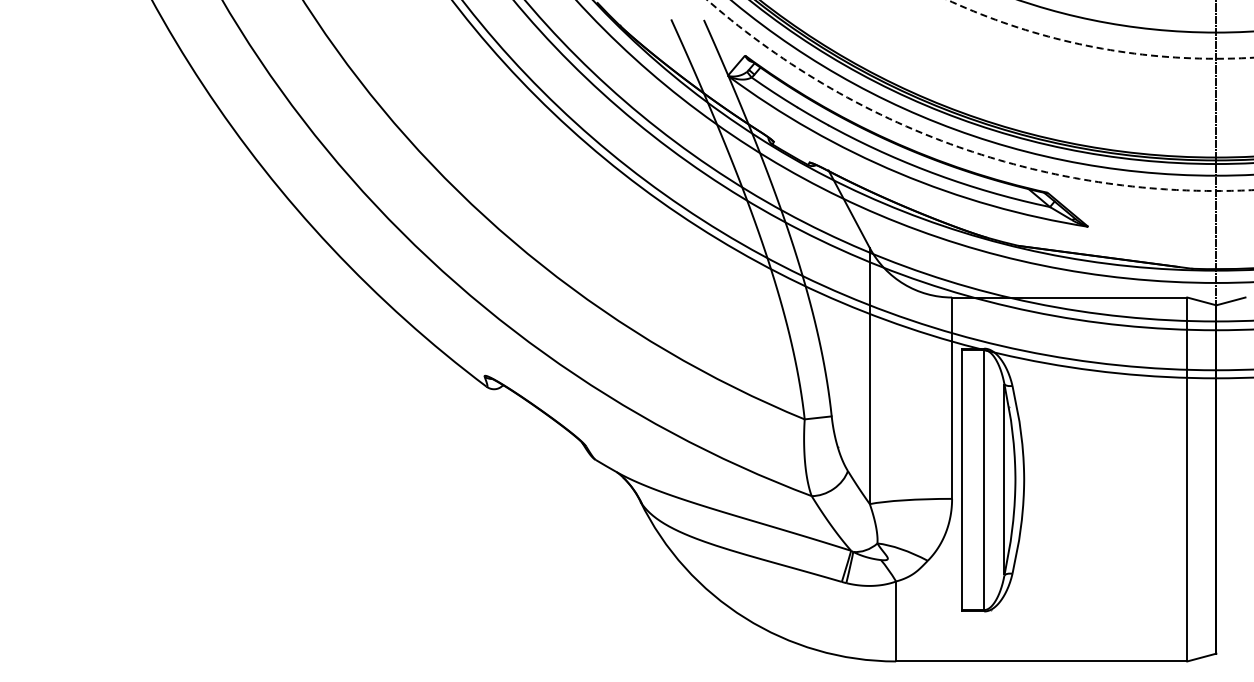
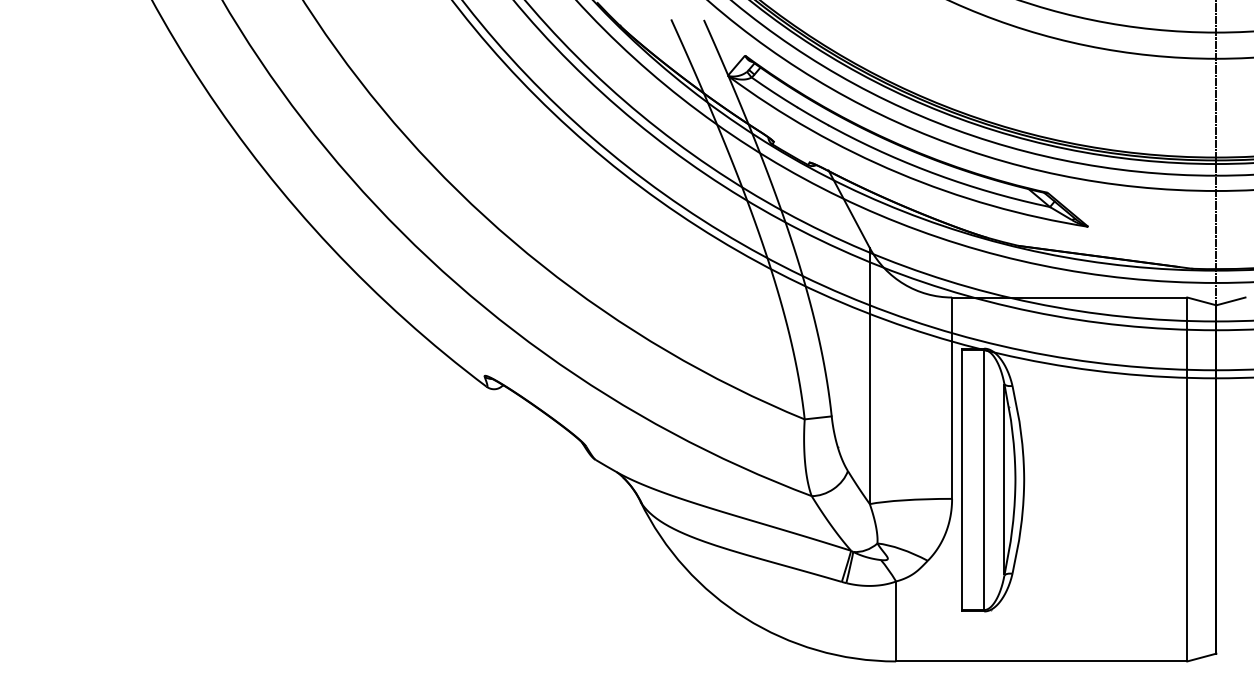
circle at (1100, 29): dashed -> solid
circle at (980, 95): dashed -> solid
